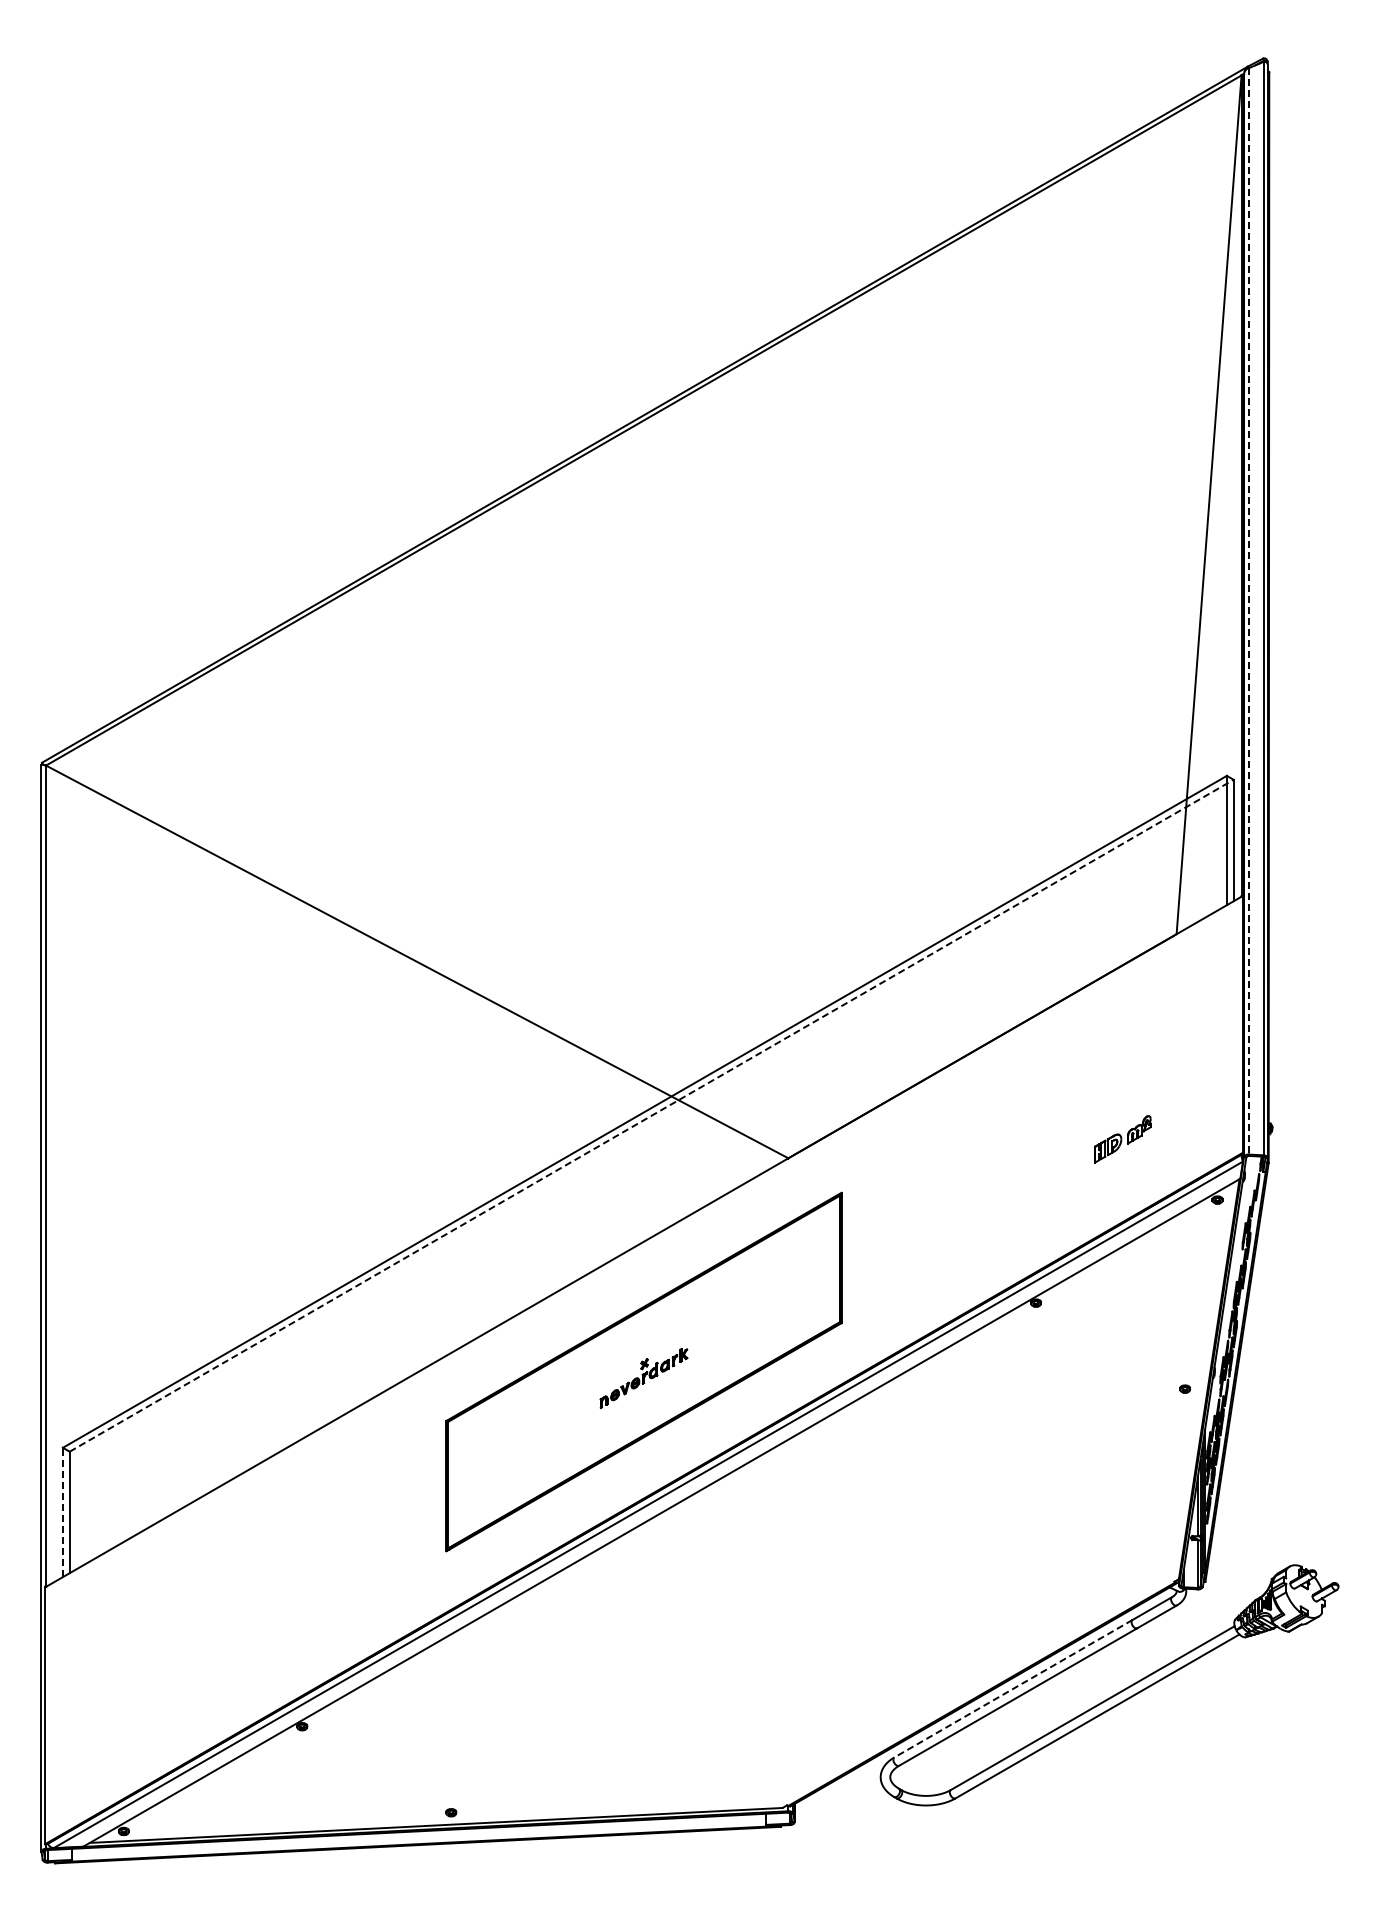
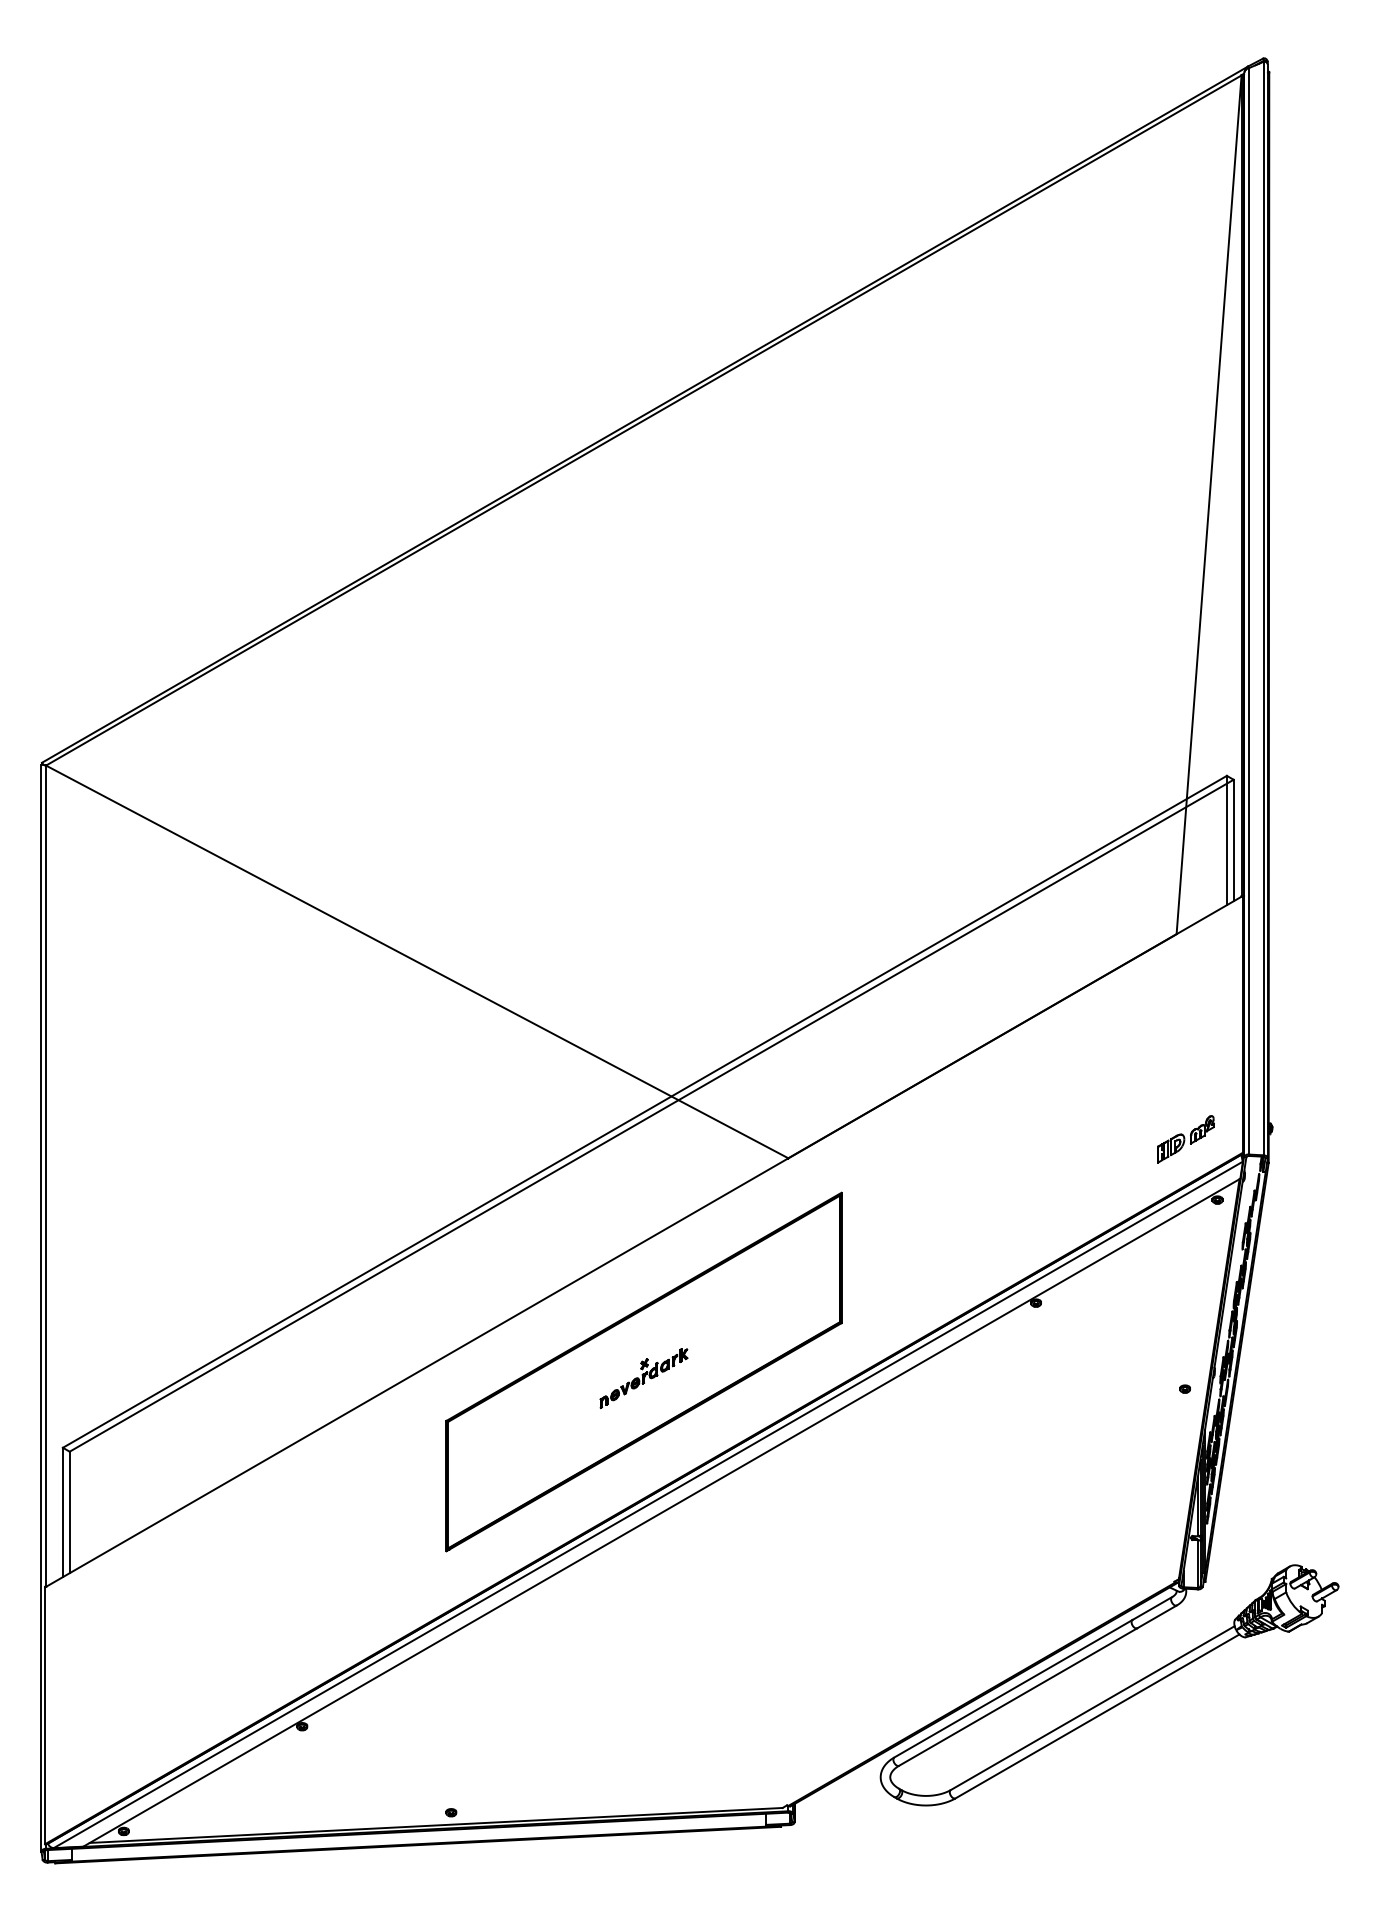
line at (1249, 611): dashed -> solid
line at (651, 1115): dashed -> solid
part at (1122, 1139) position: (1122, 1139) -> (1185, 1139)
line at (62, 1512): dashed -> solid
line at (1013, 1688): dashed -> solid
